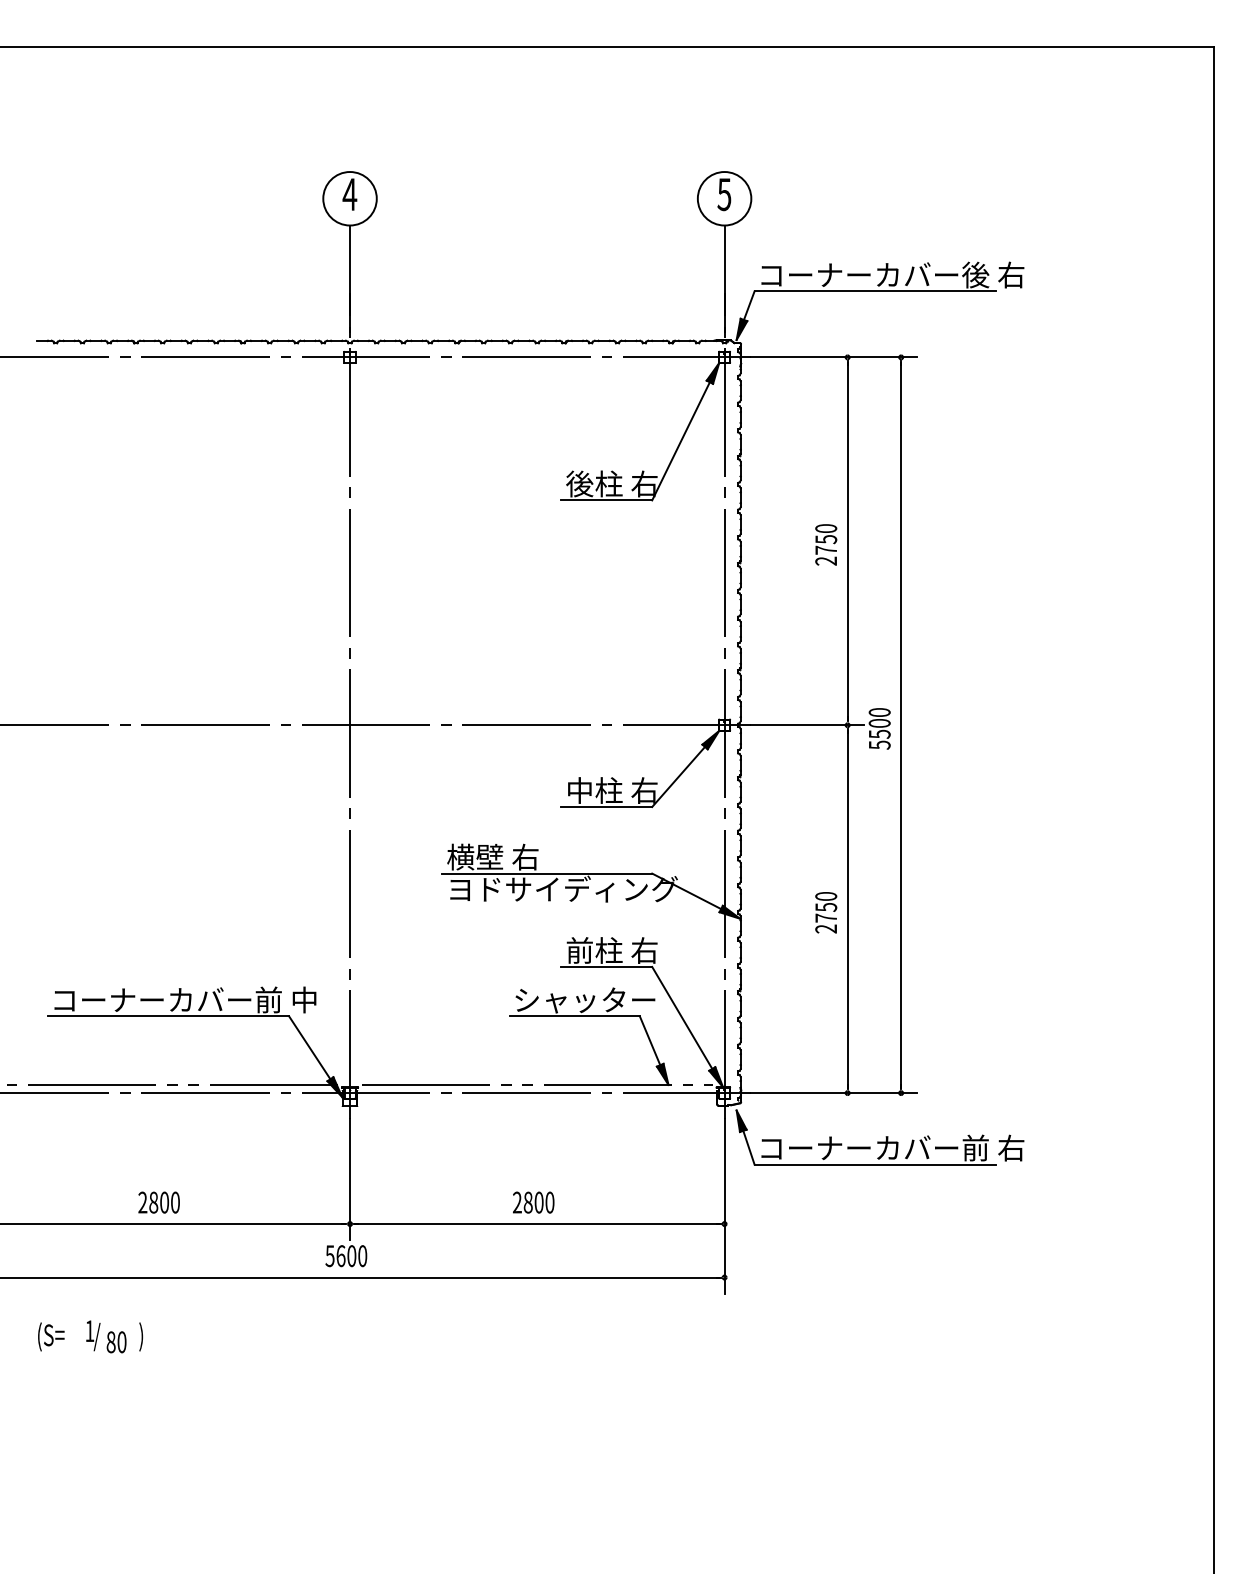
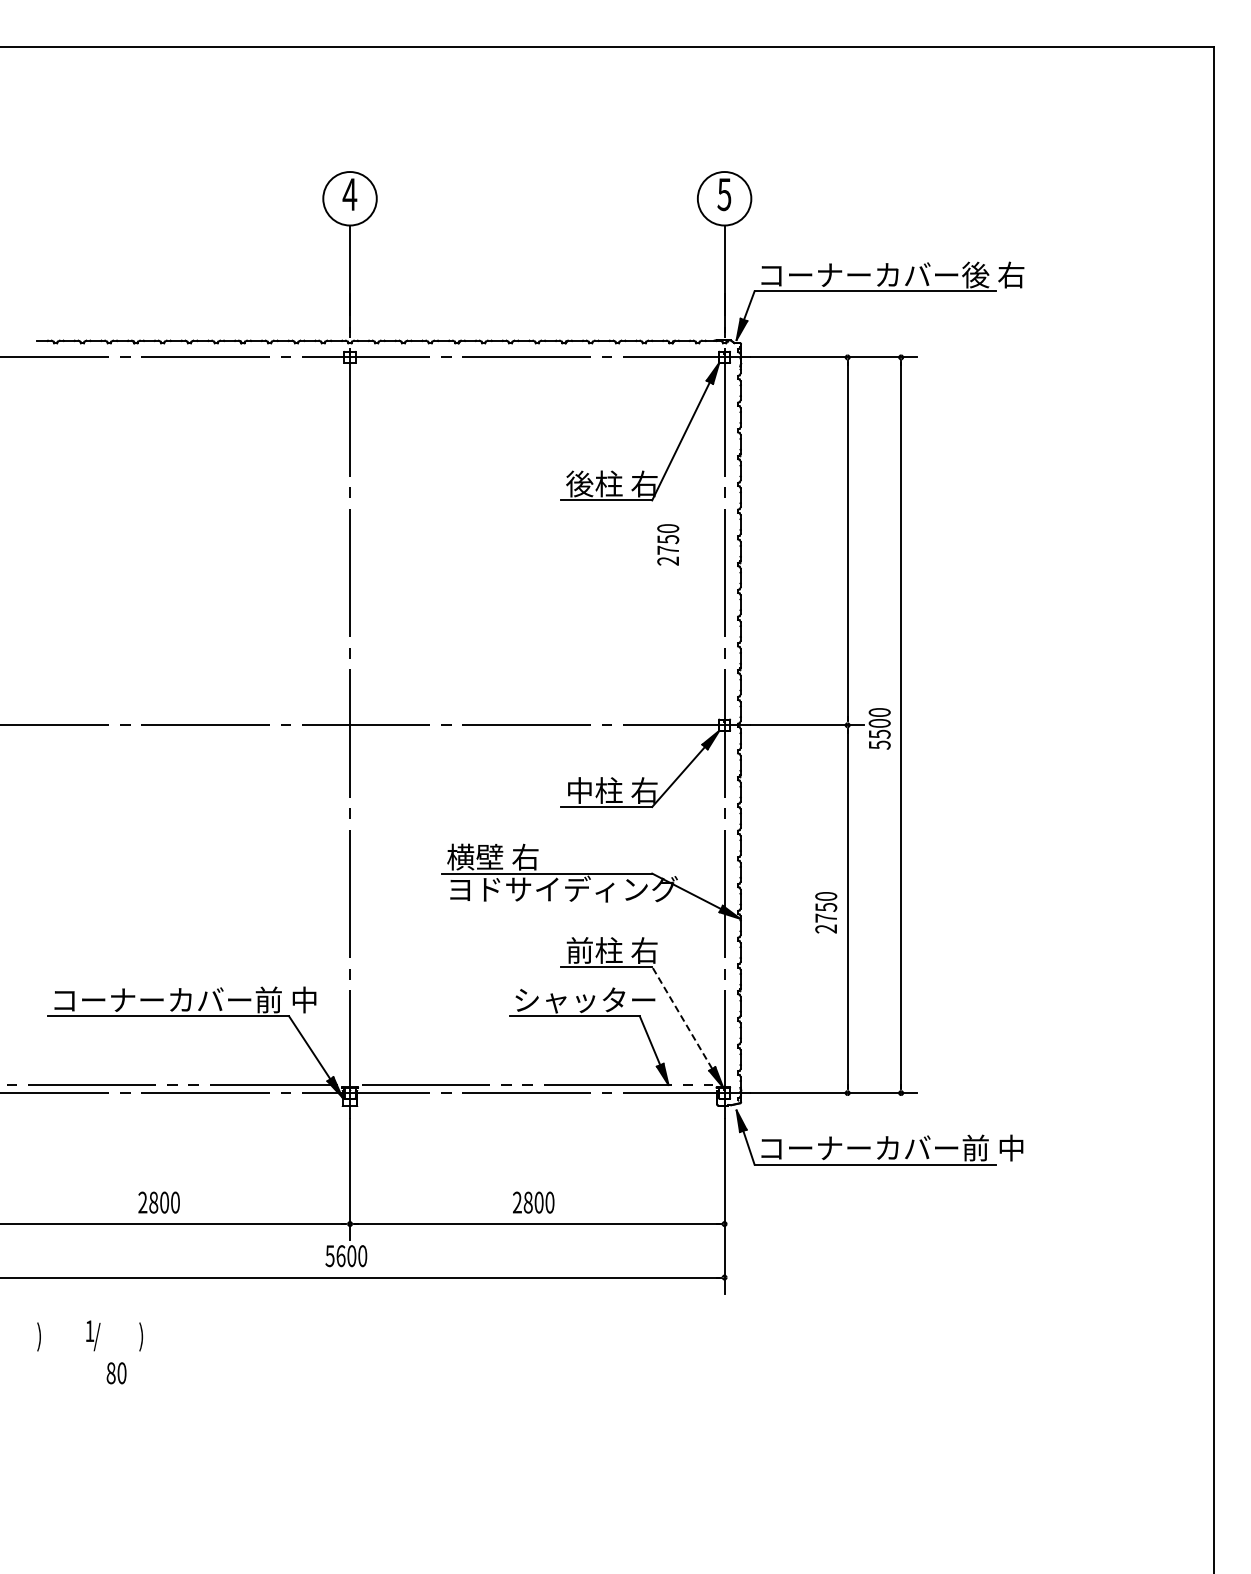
text at (826, 544) position: (826, 544) -> (668, 544)
line at (682, 1017): solid -> dashed
text at (1011, 1147): コーナーカバー前 右 -> コーナーカバー前 中
text at (50, 1336): (S= -> )
text at (116, 1342) position: (116, 1342) -> (116, 1373)
